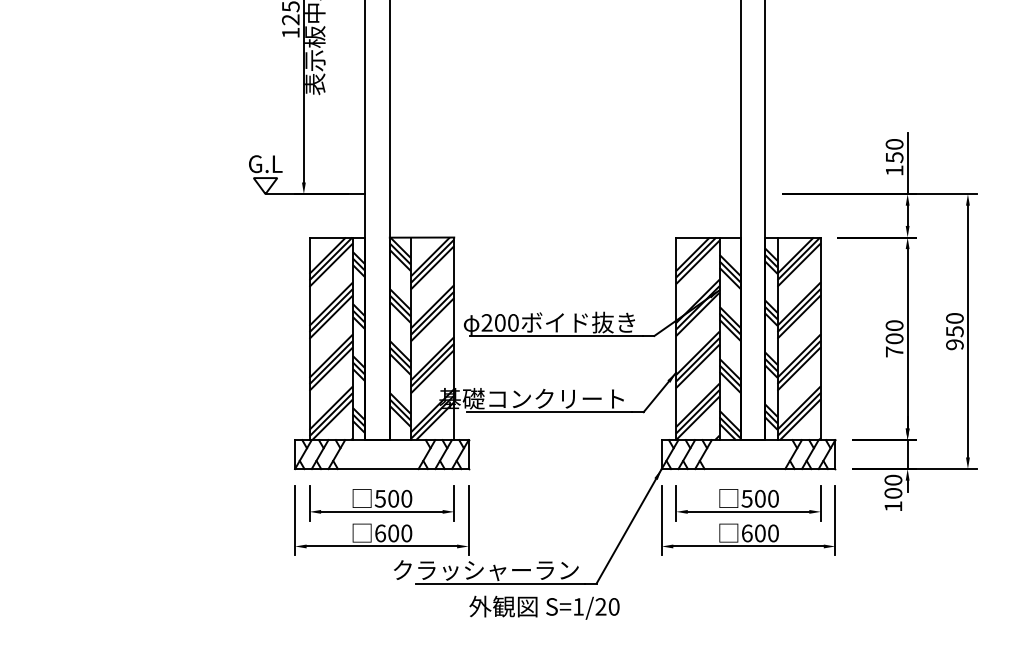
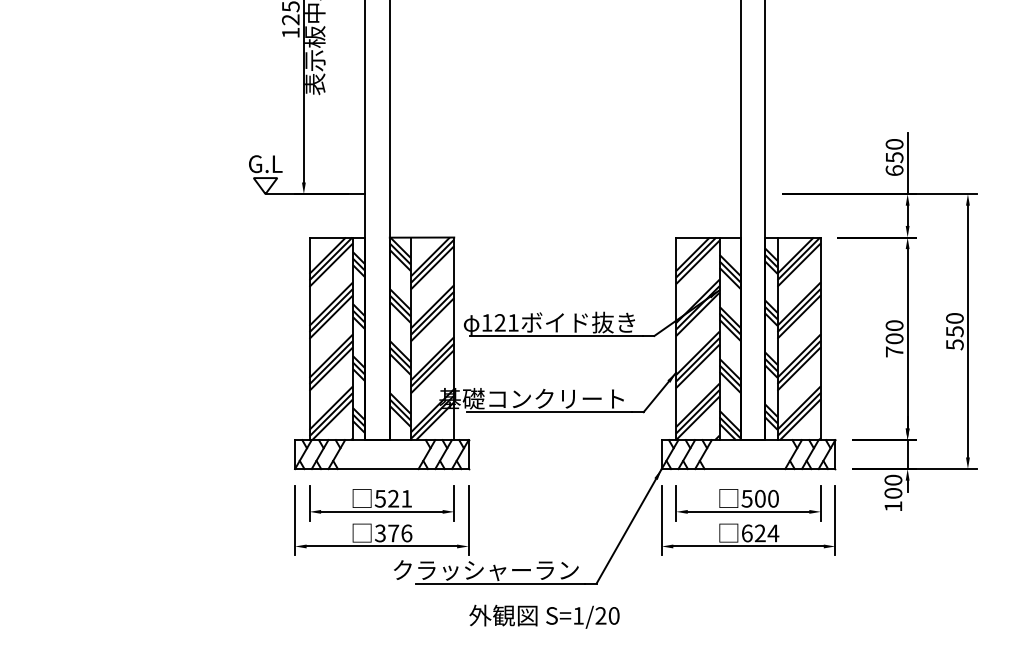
text at (894, 170): 150 -> 650
text at (499, 322): 200 -> 121
text at (954, 344): 950 -> 550
text at (400, 498): 500 -> 521
text at (393, 533): 600 -> 376
text at (766, 533): 600 -> 624
text at (544, 607) position: (544, 607) -> (544, 616)
